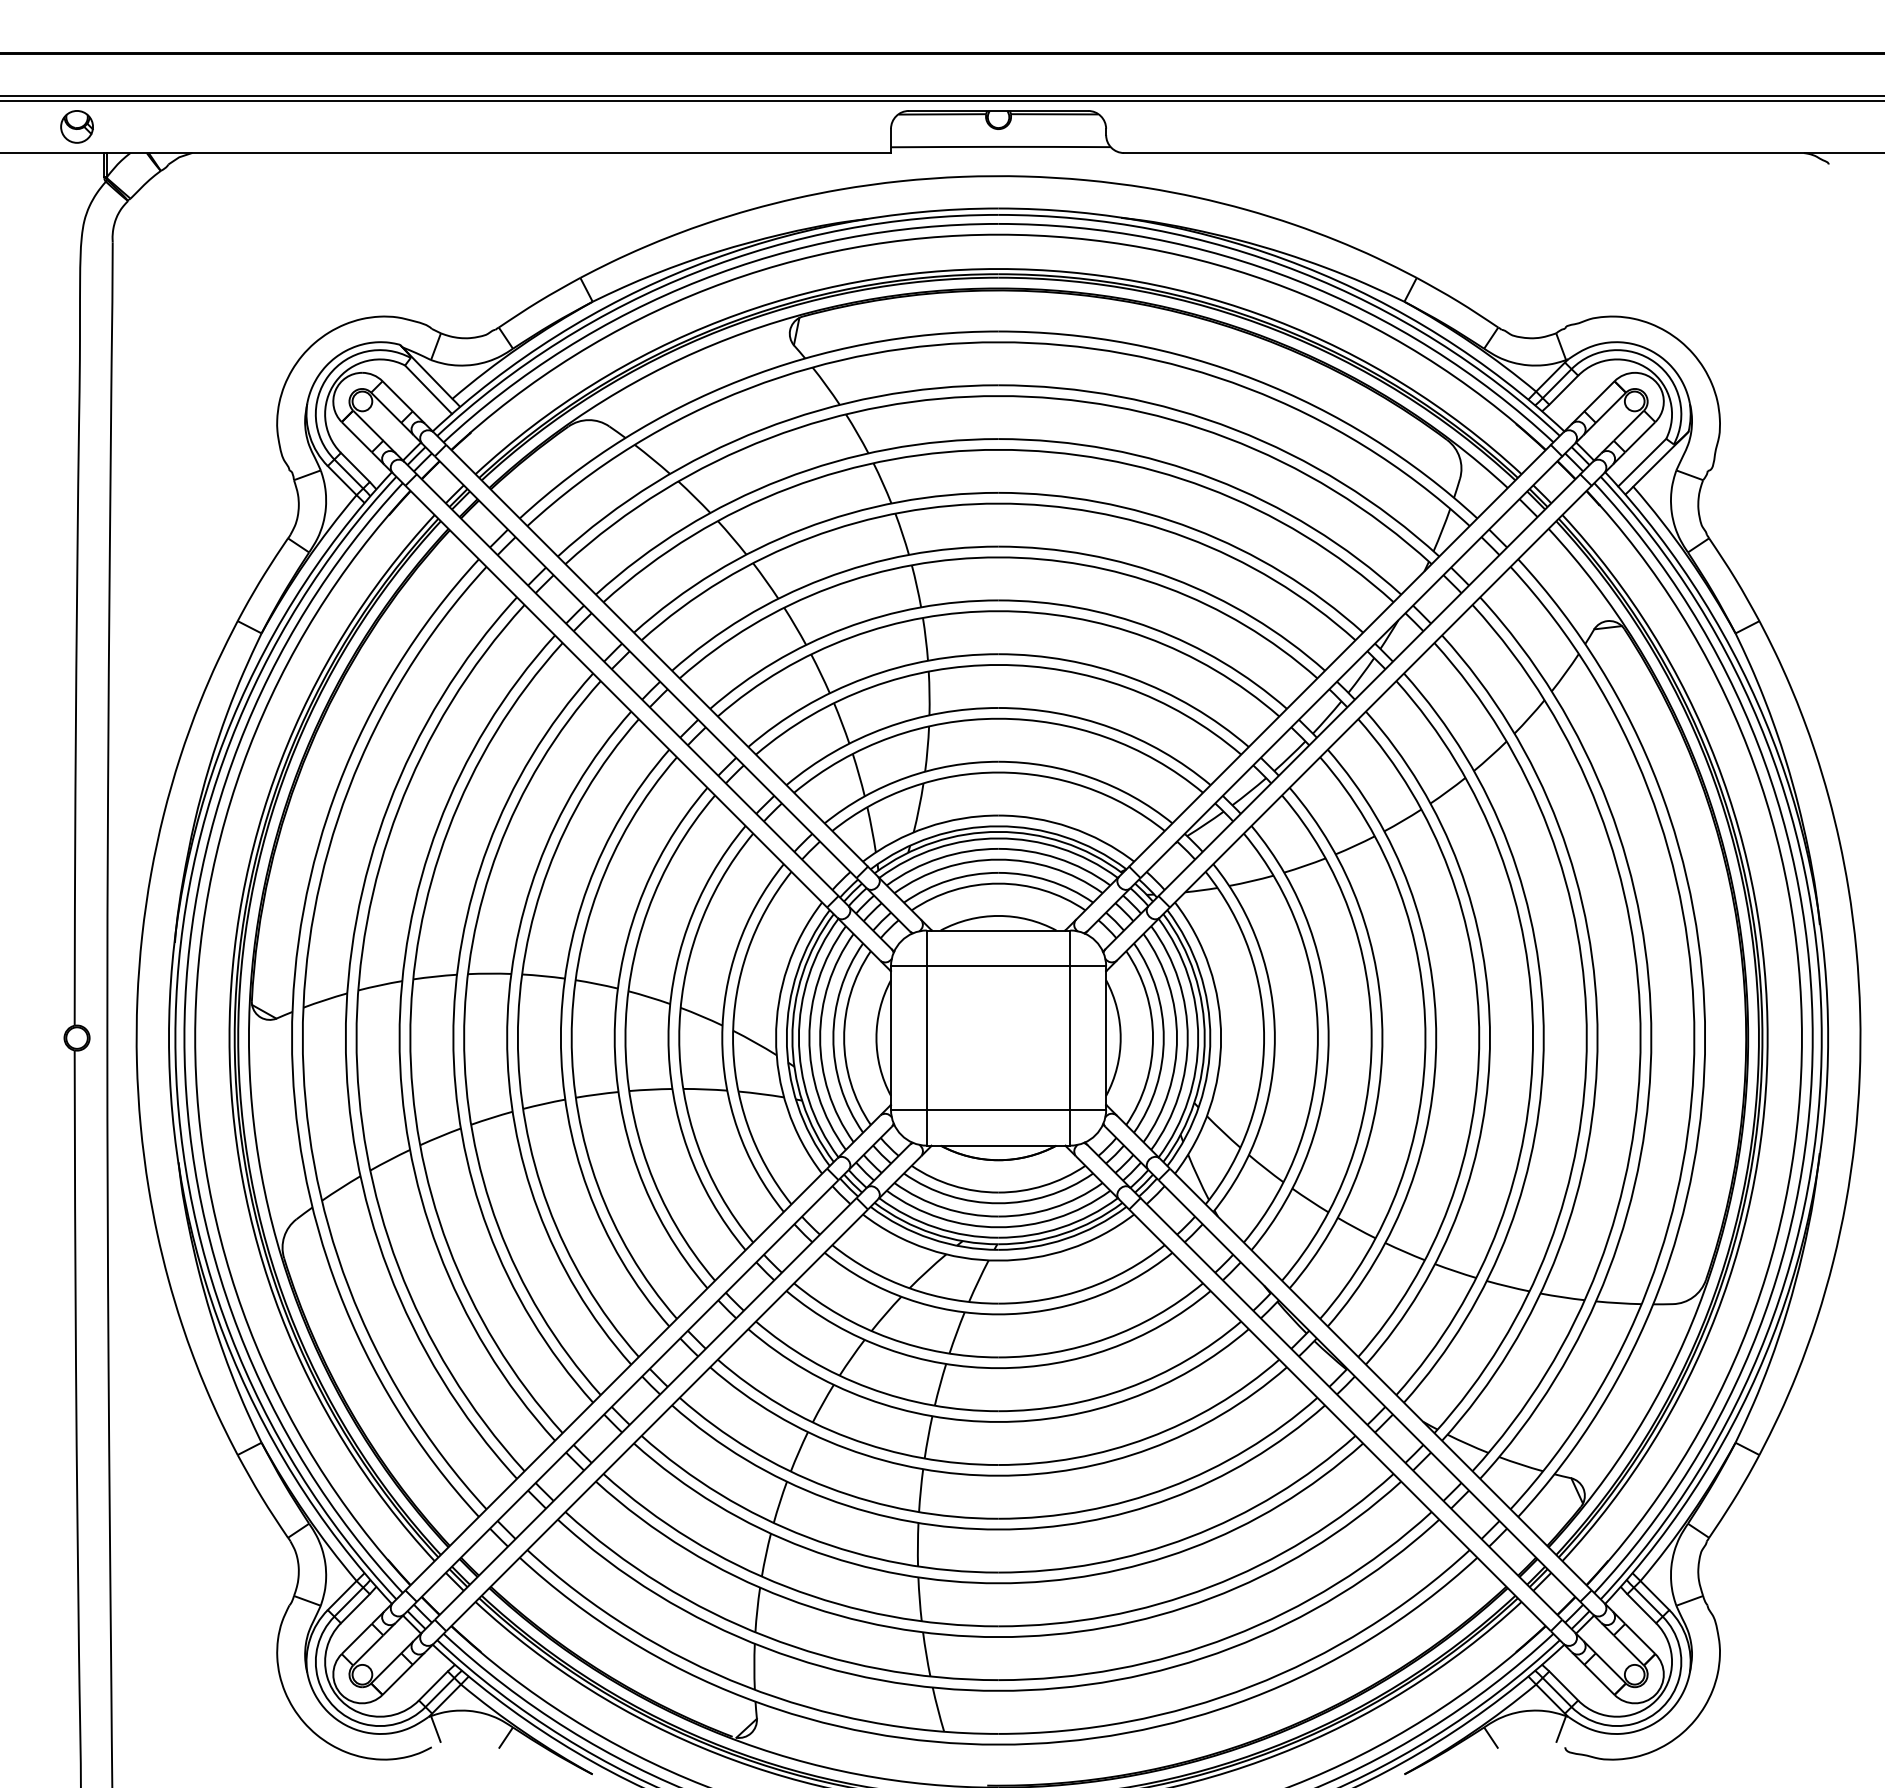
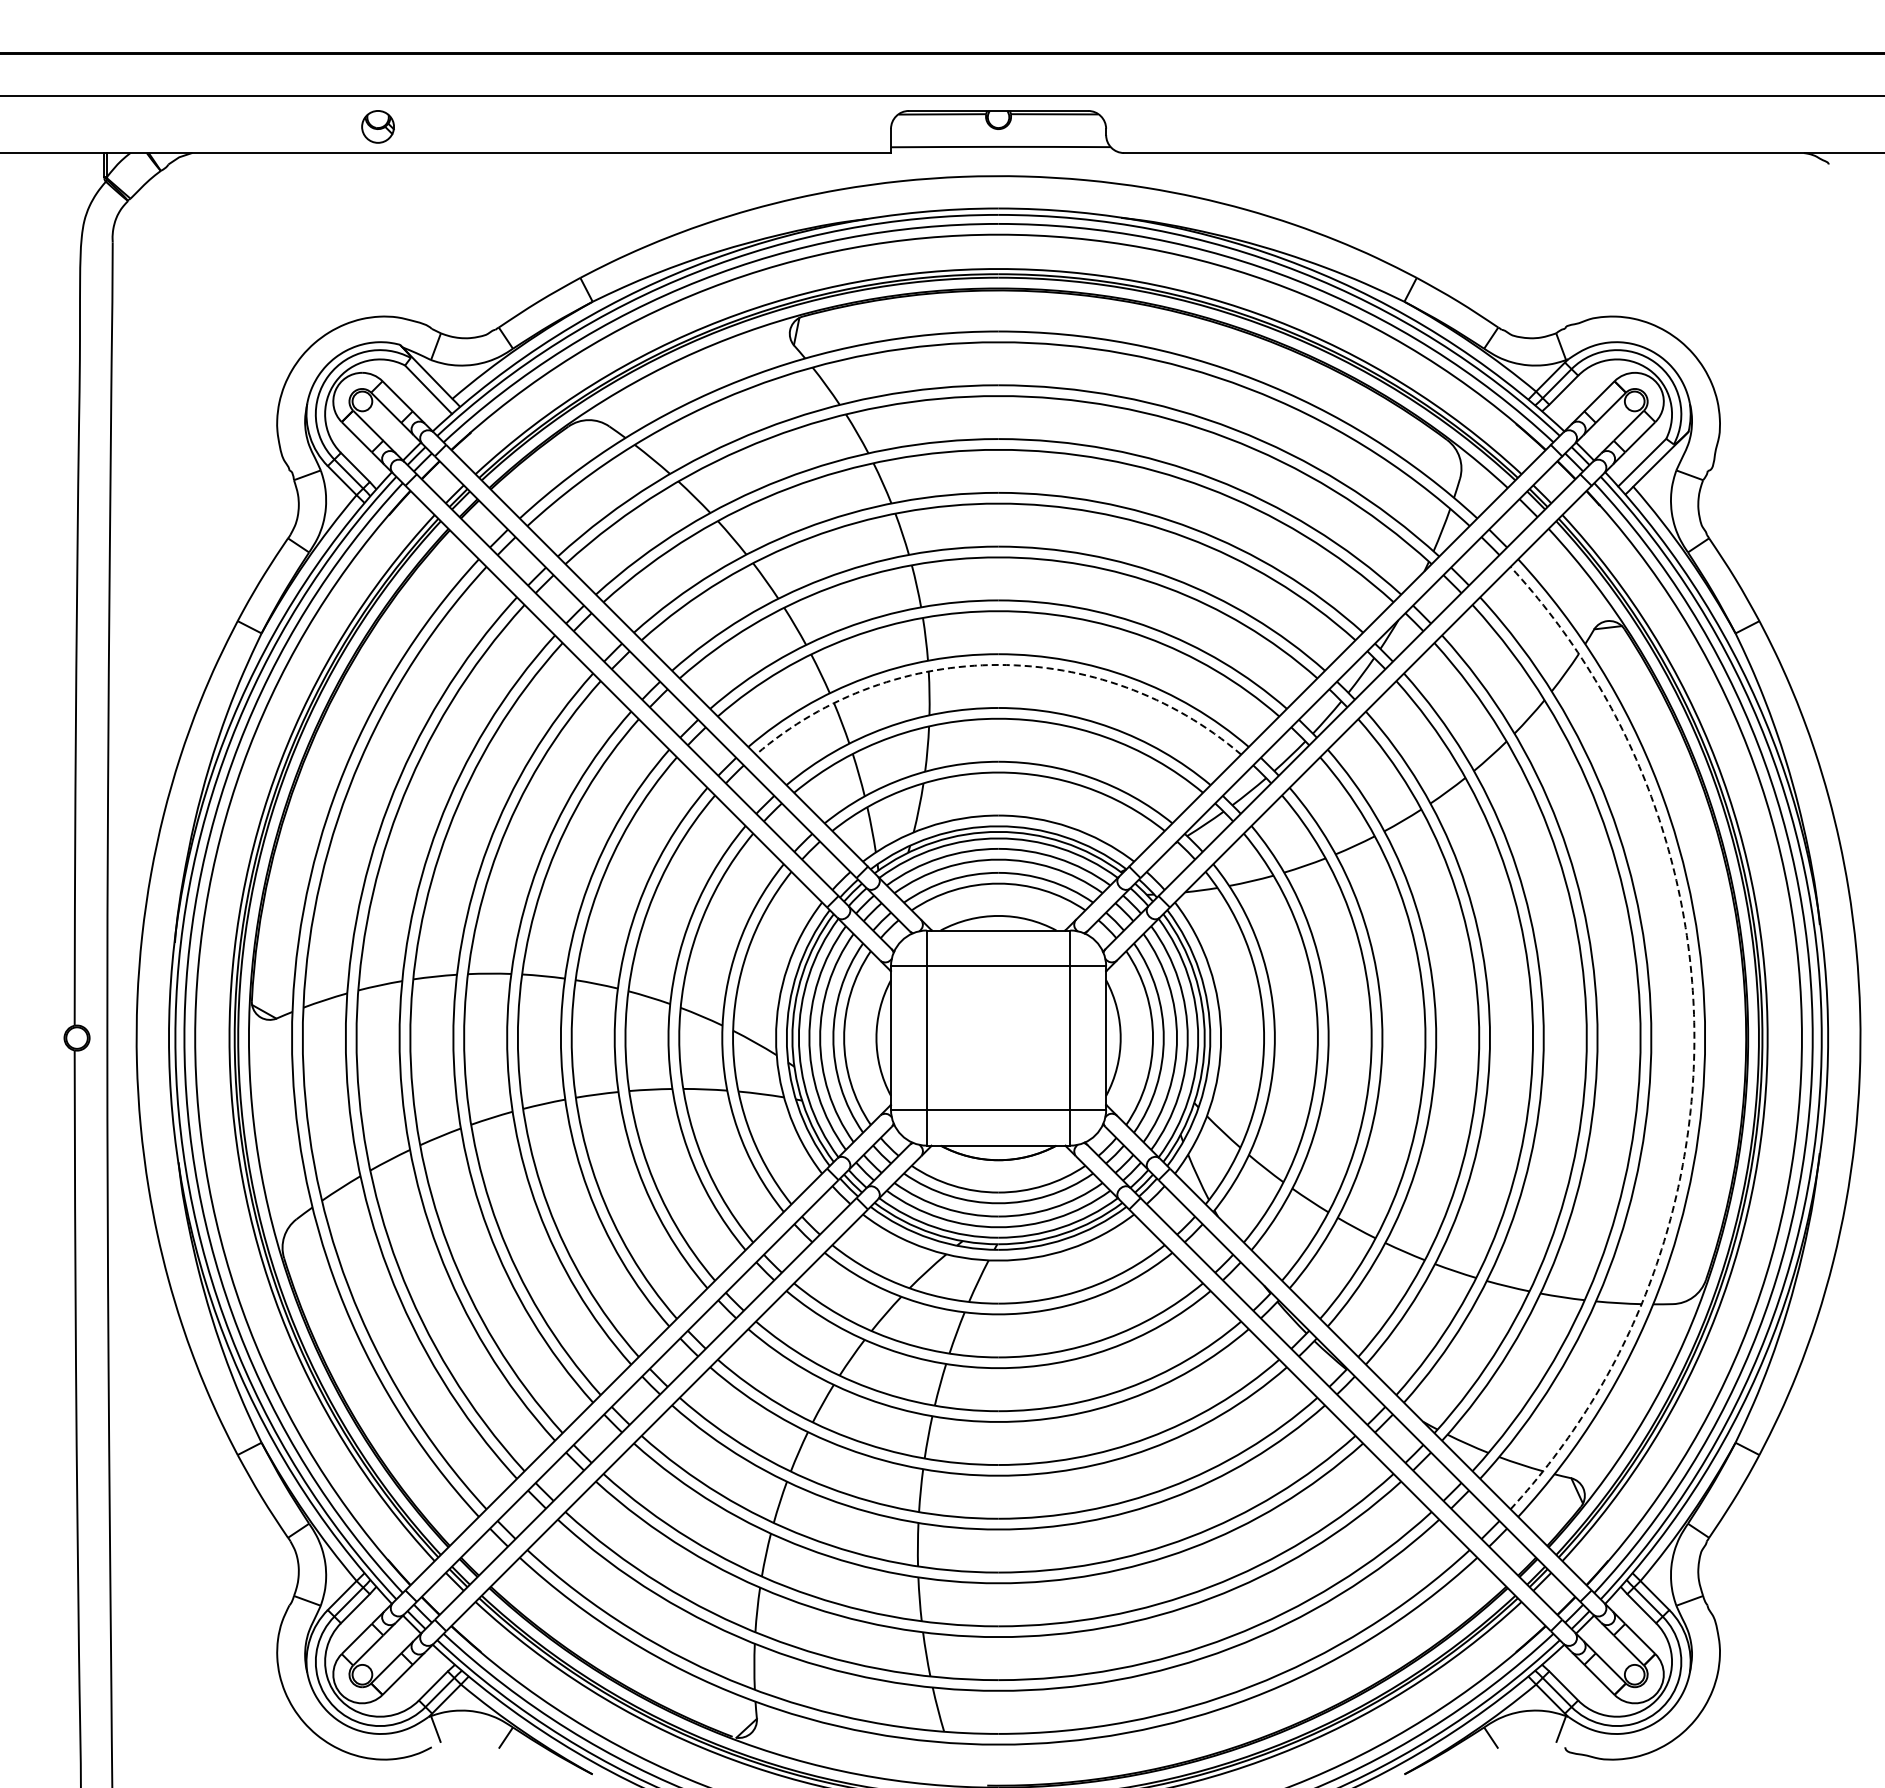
line at (941, 100): present -> none
part at (76, 126) position: (76, 126) -> (377, 126)
arc at (998, 664): solid -> dashed
arc at (1694, 1038): solid -> dashed
